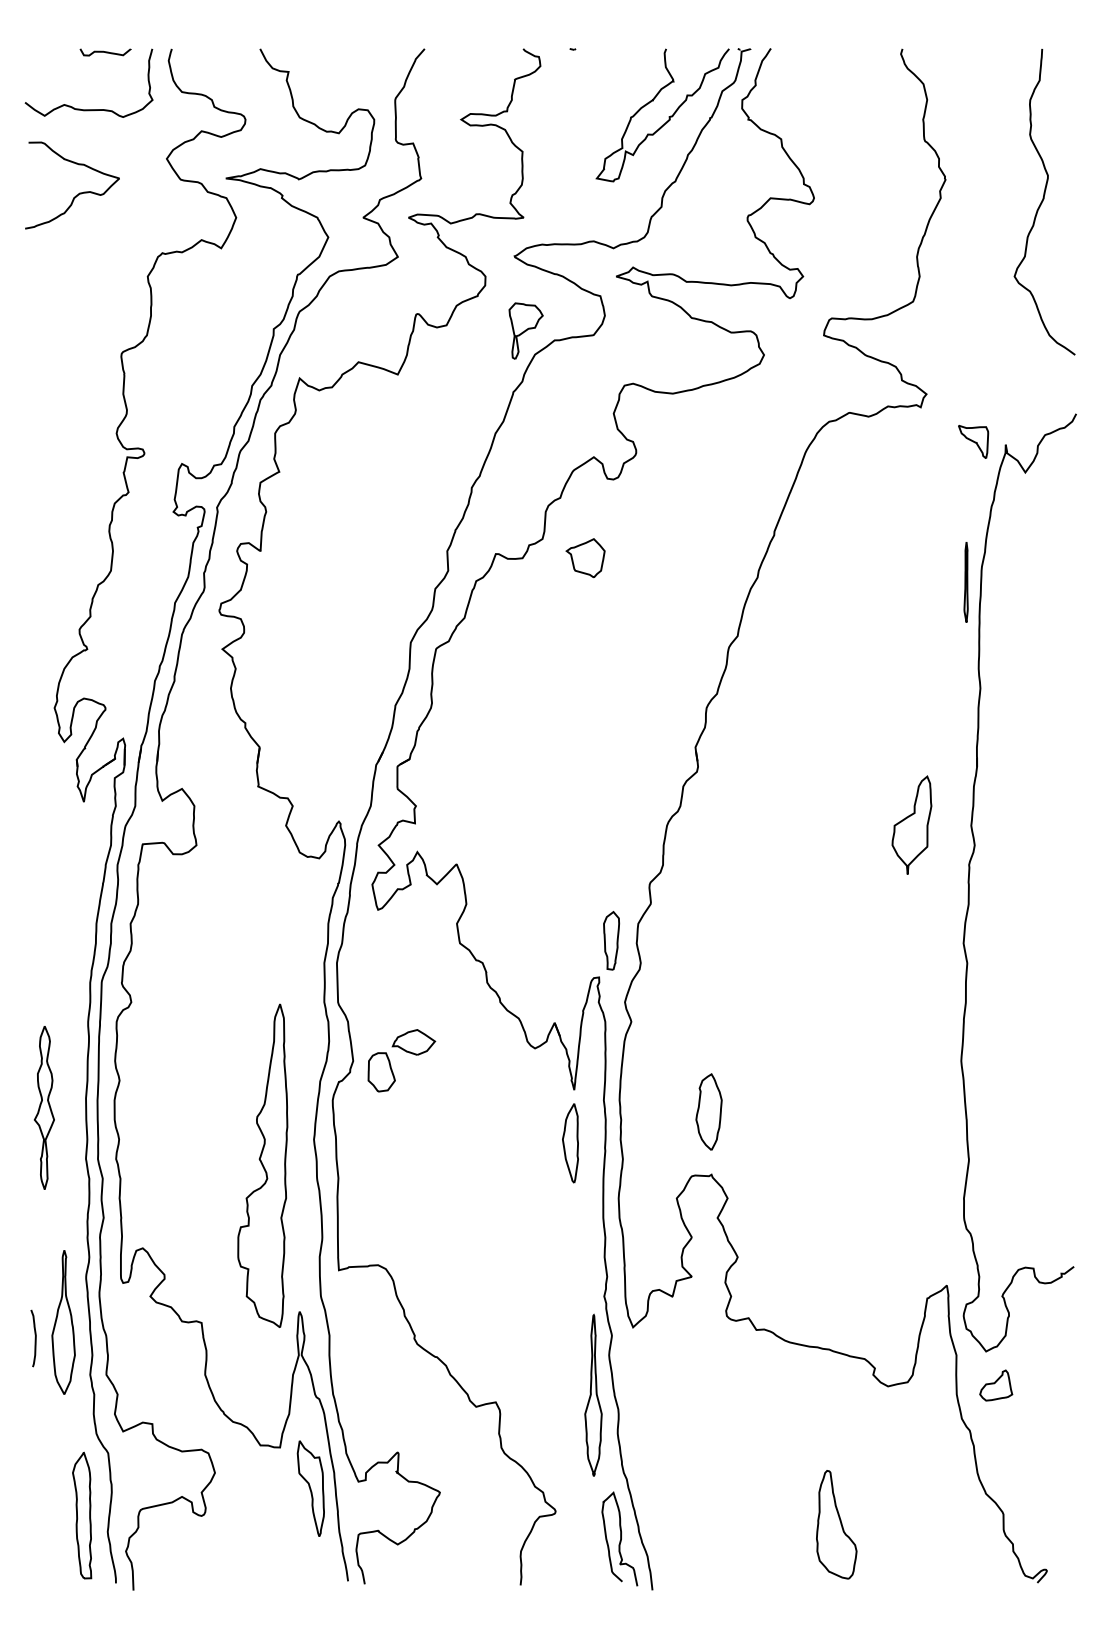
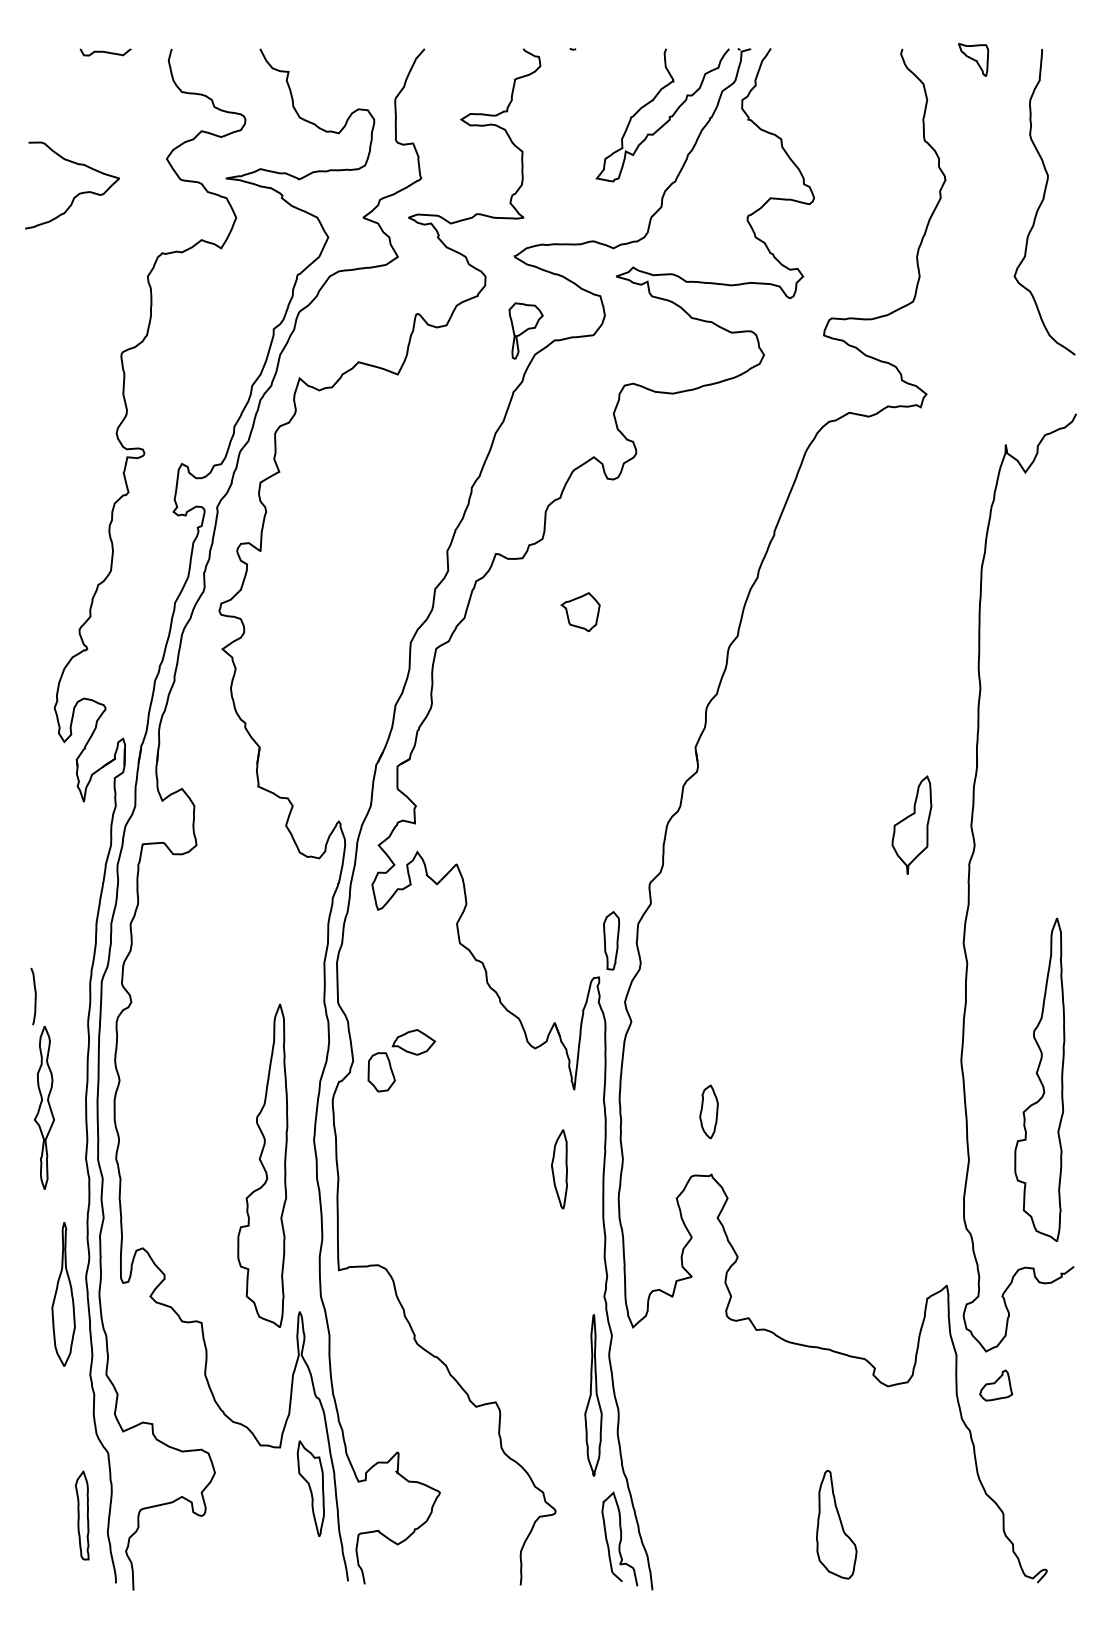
curve at (88, 109): present -> none
part at (973, 441) position: (973, 441) -> (973, 59)
part at (585, 558) position: (585, 558) -> (580, 612)
part at (965, 582): present -> none
part at (1039, 1079): none -> present
part at (708, 1111) size: 28x78 px -> 20x56 px
part at (570, 1143) position: (570, 1143) -> (559, 1169)
part at (63, 1322) position: (63, 1322) -> (63, 1294)
curve at (34, 1338) position: (34, 1338) -> (34, 996)
part at (82, 1515) size: 21x129 px -> 15x91 px
